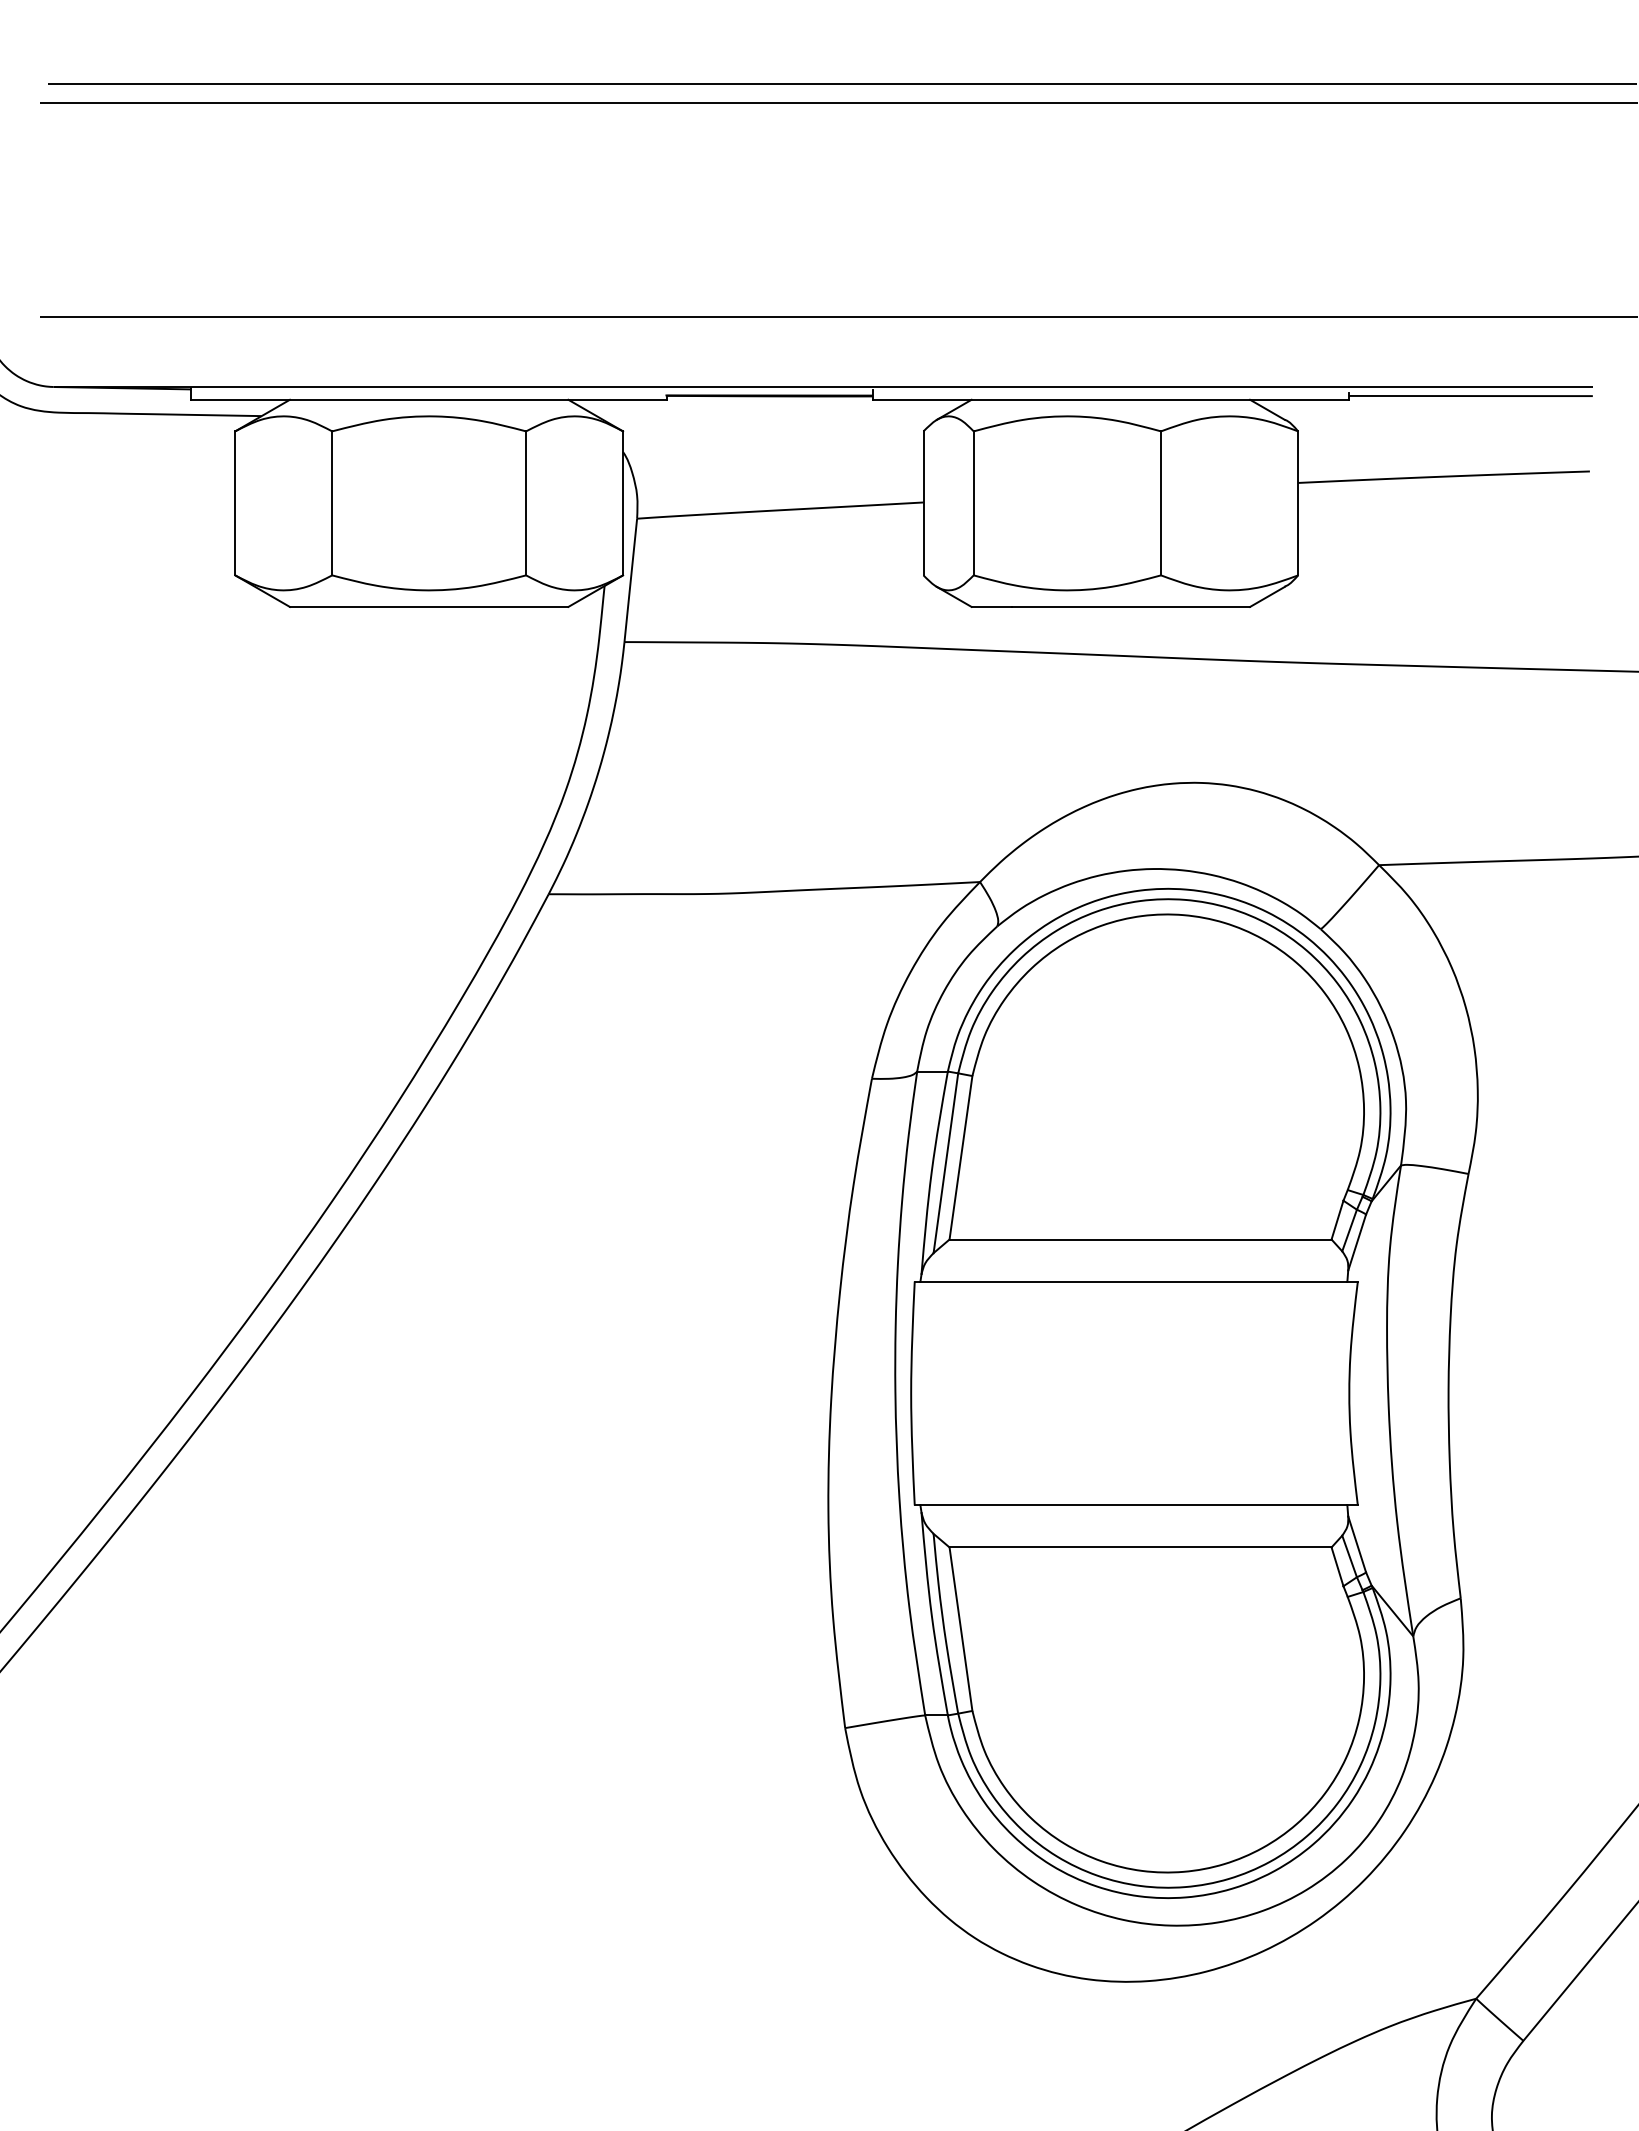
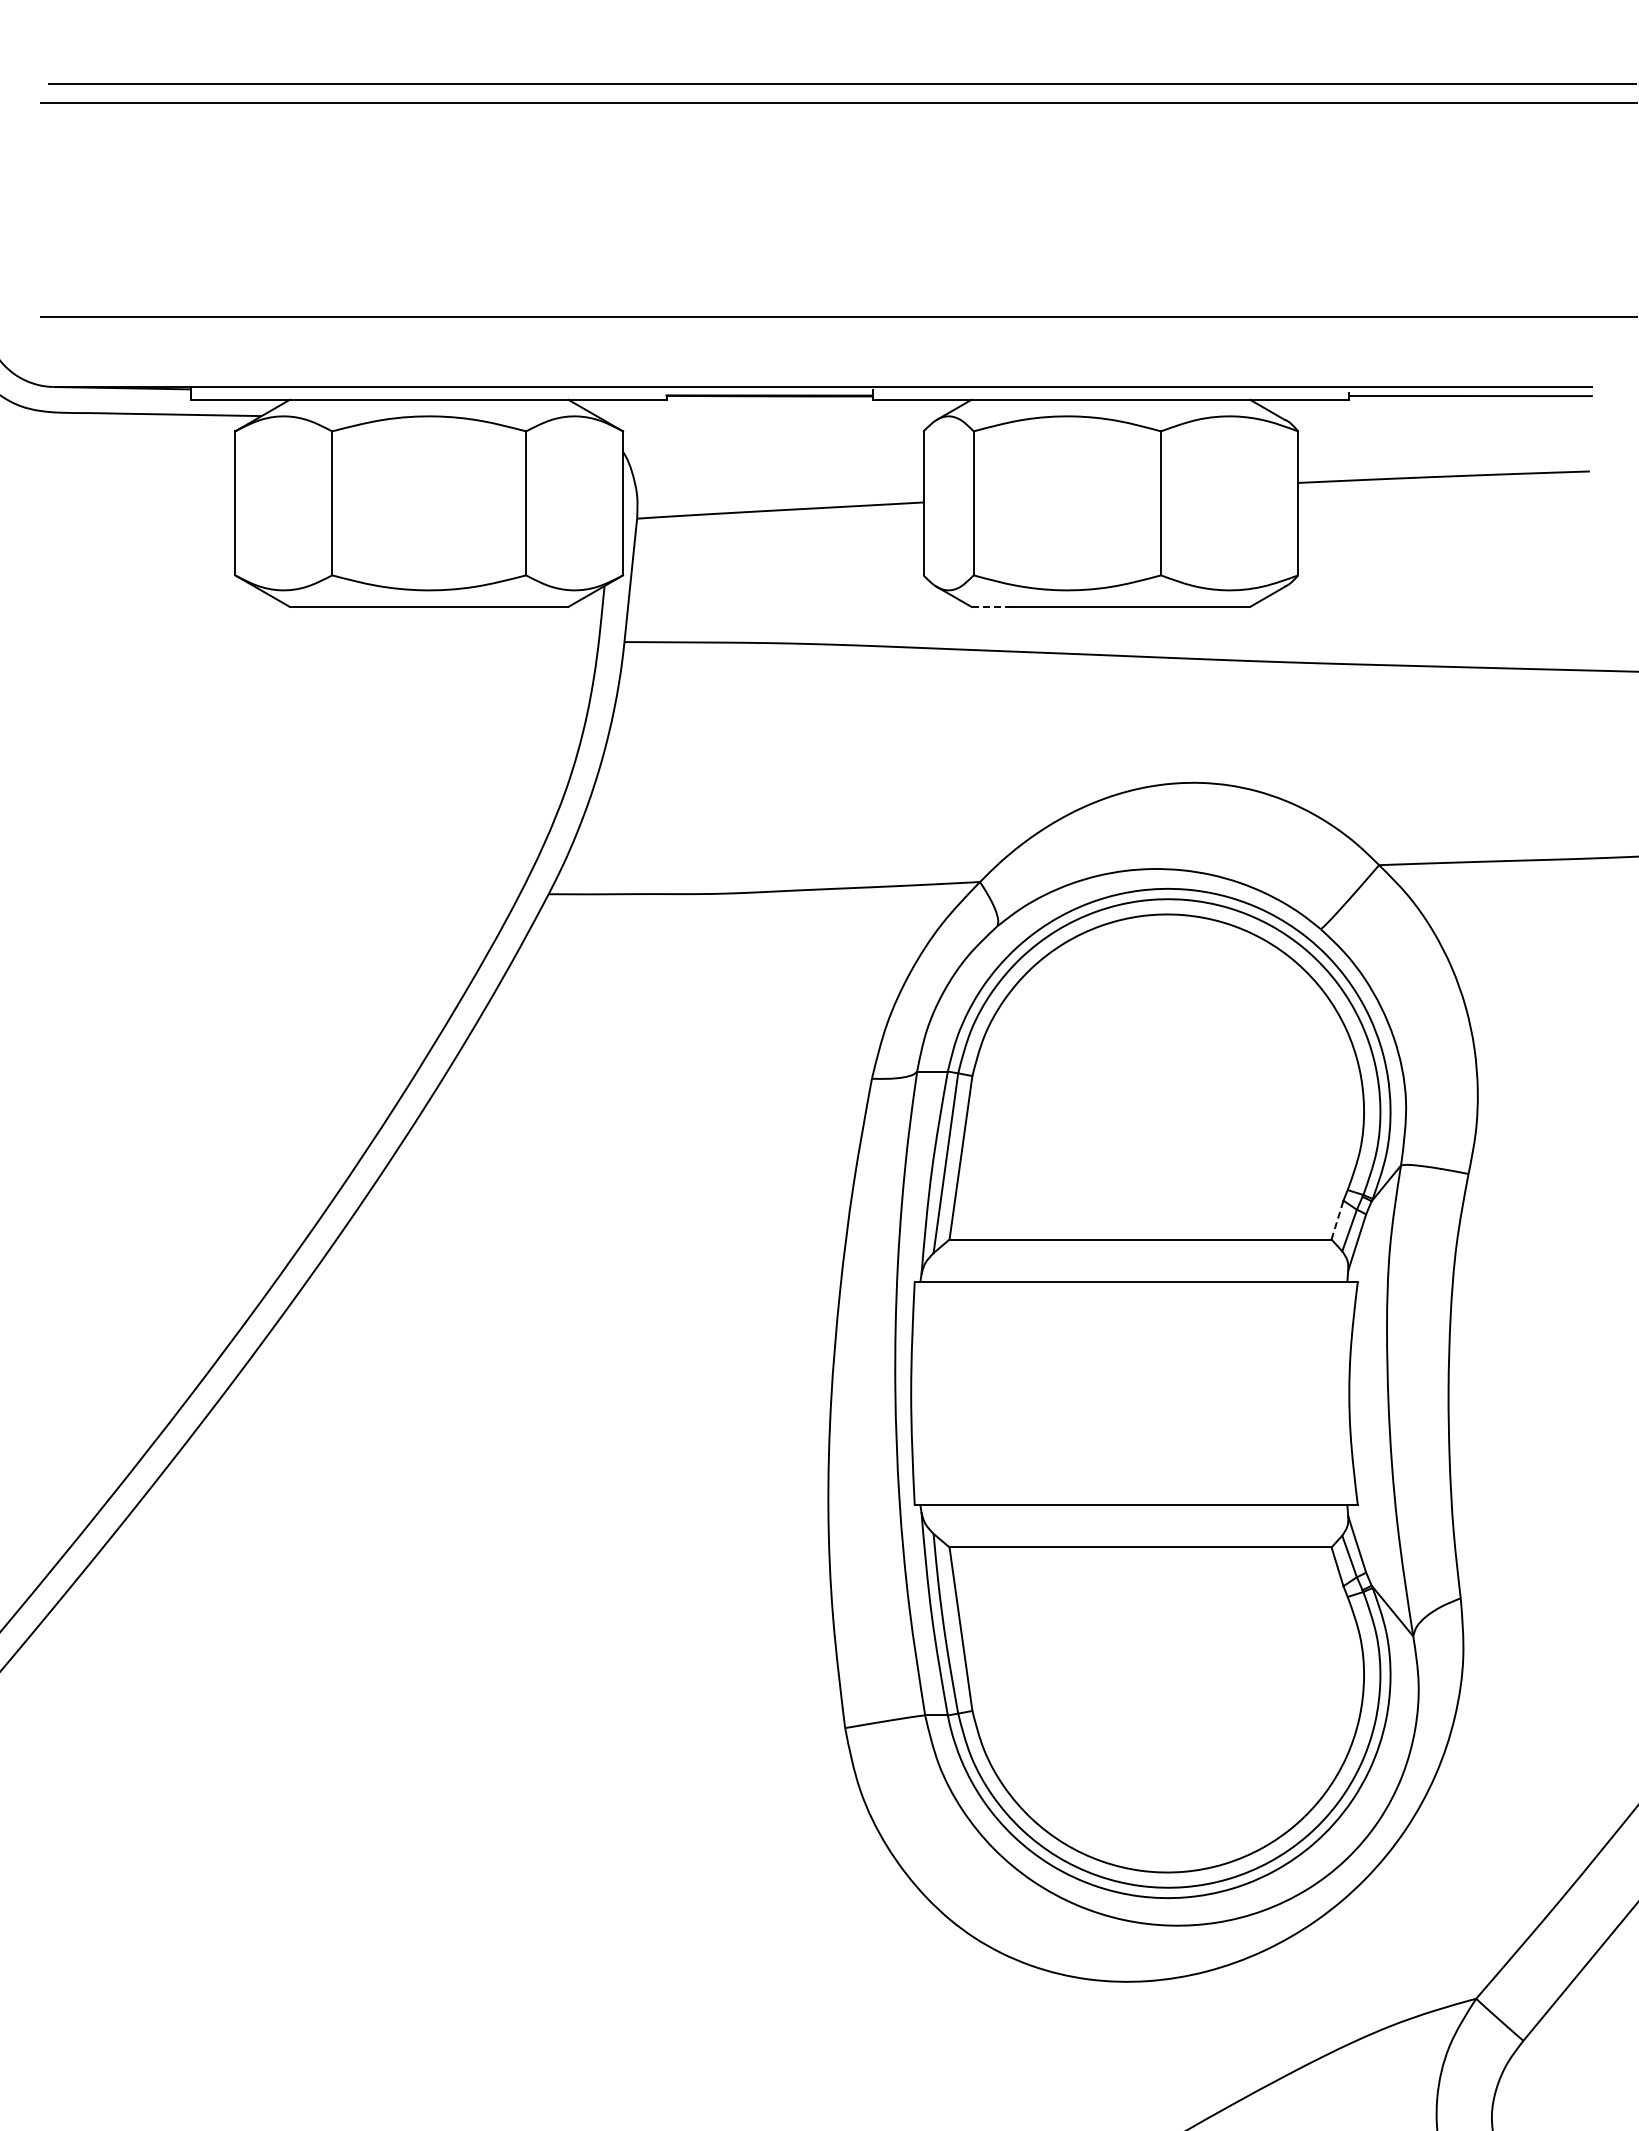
line at (991, 606): solid -> dashed
line at (1337, 1219): solid -> dashed
